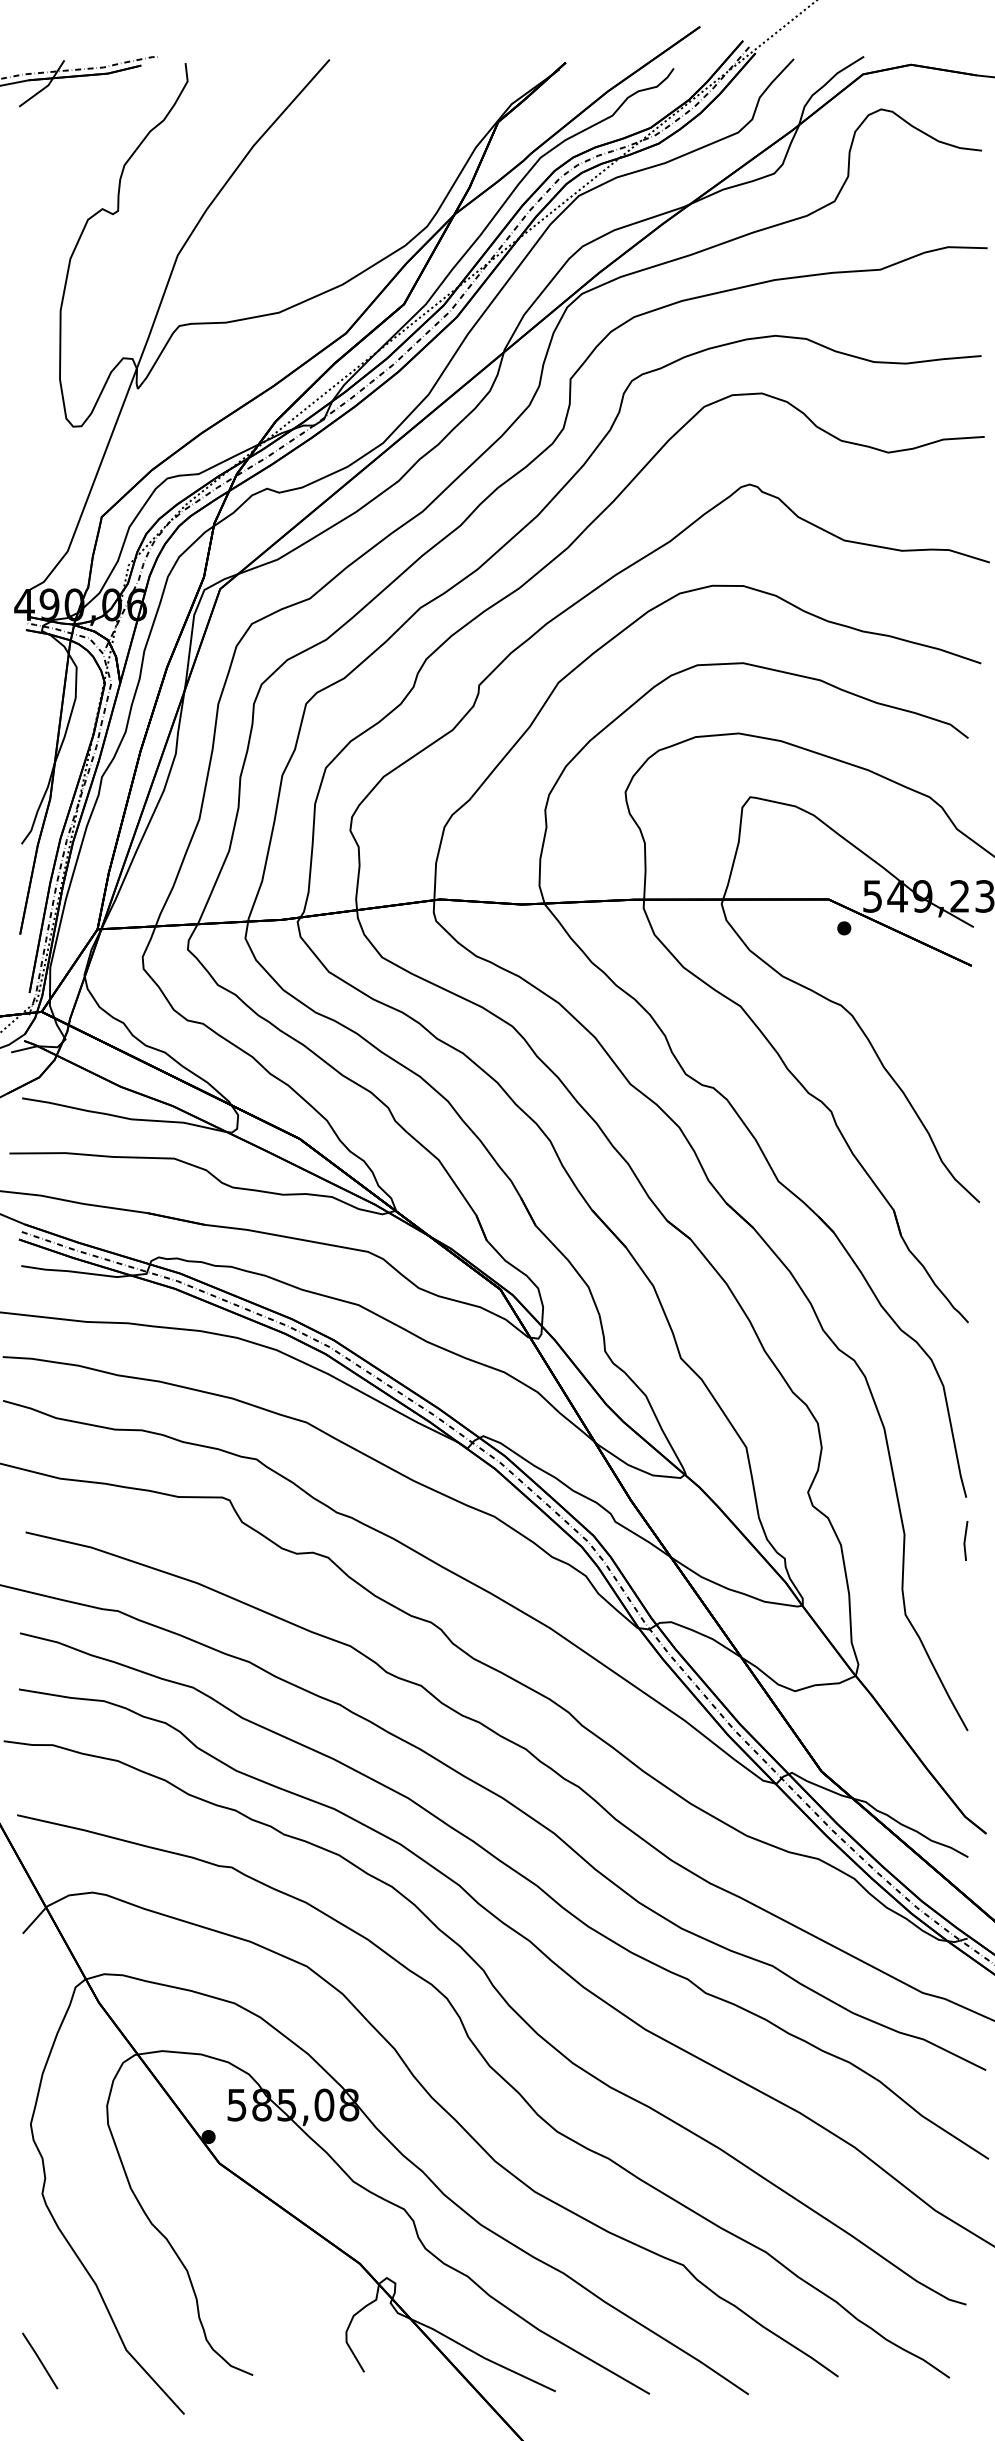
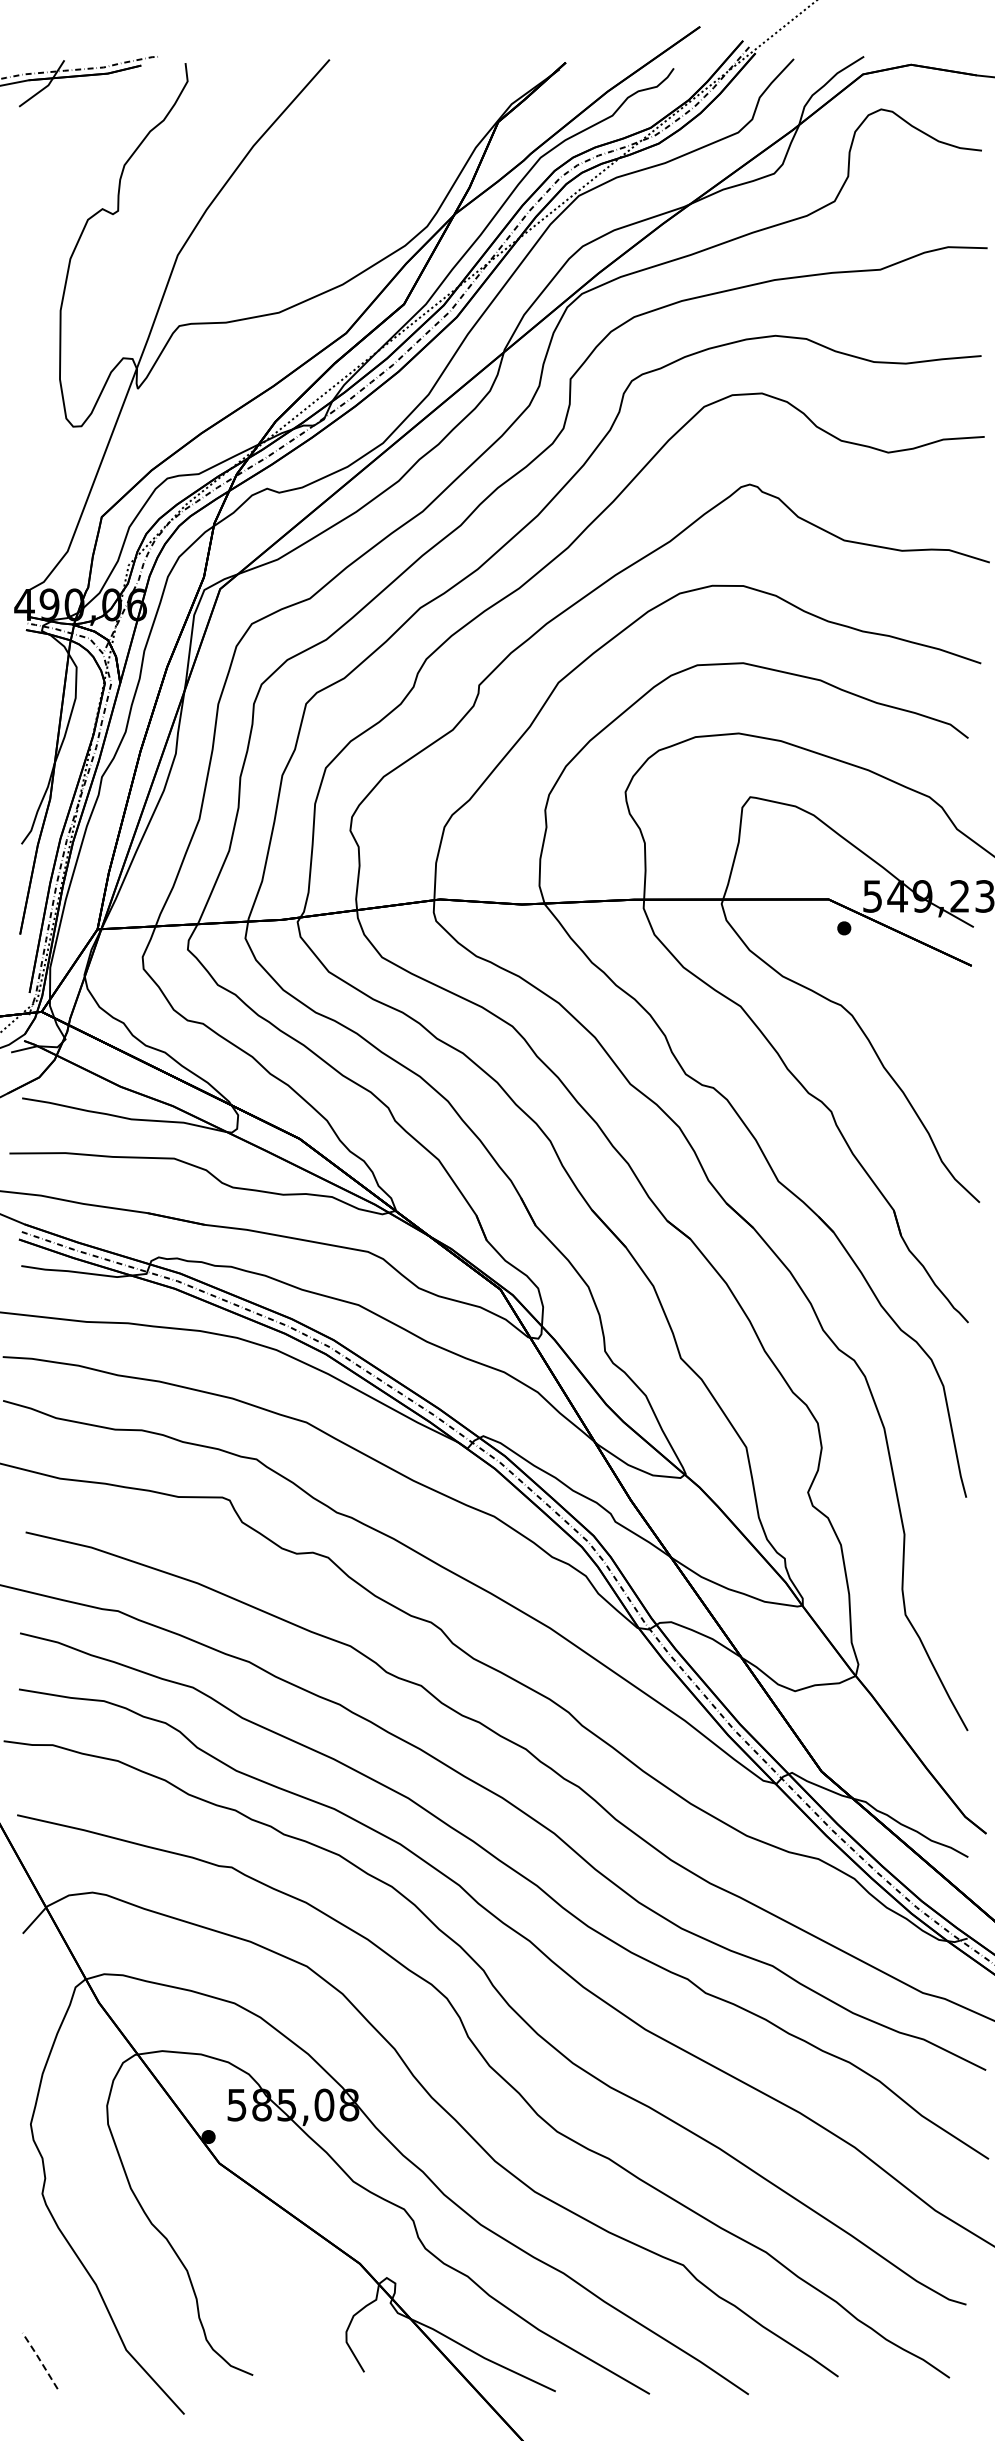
line at (965, 1540): present -> none
line at (39, 2359): solid -> dashed
